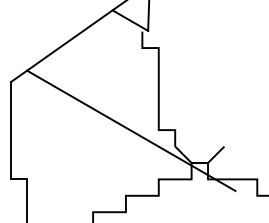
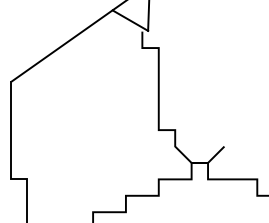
line at (131, 130): present -> none
